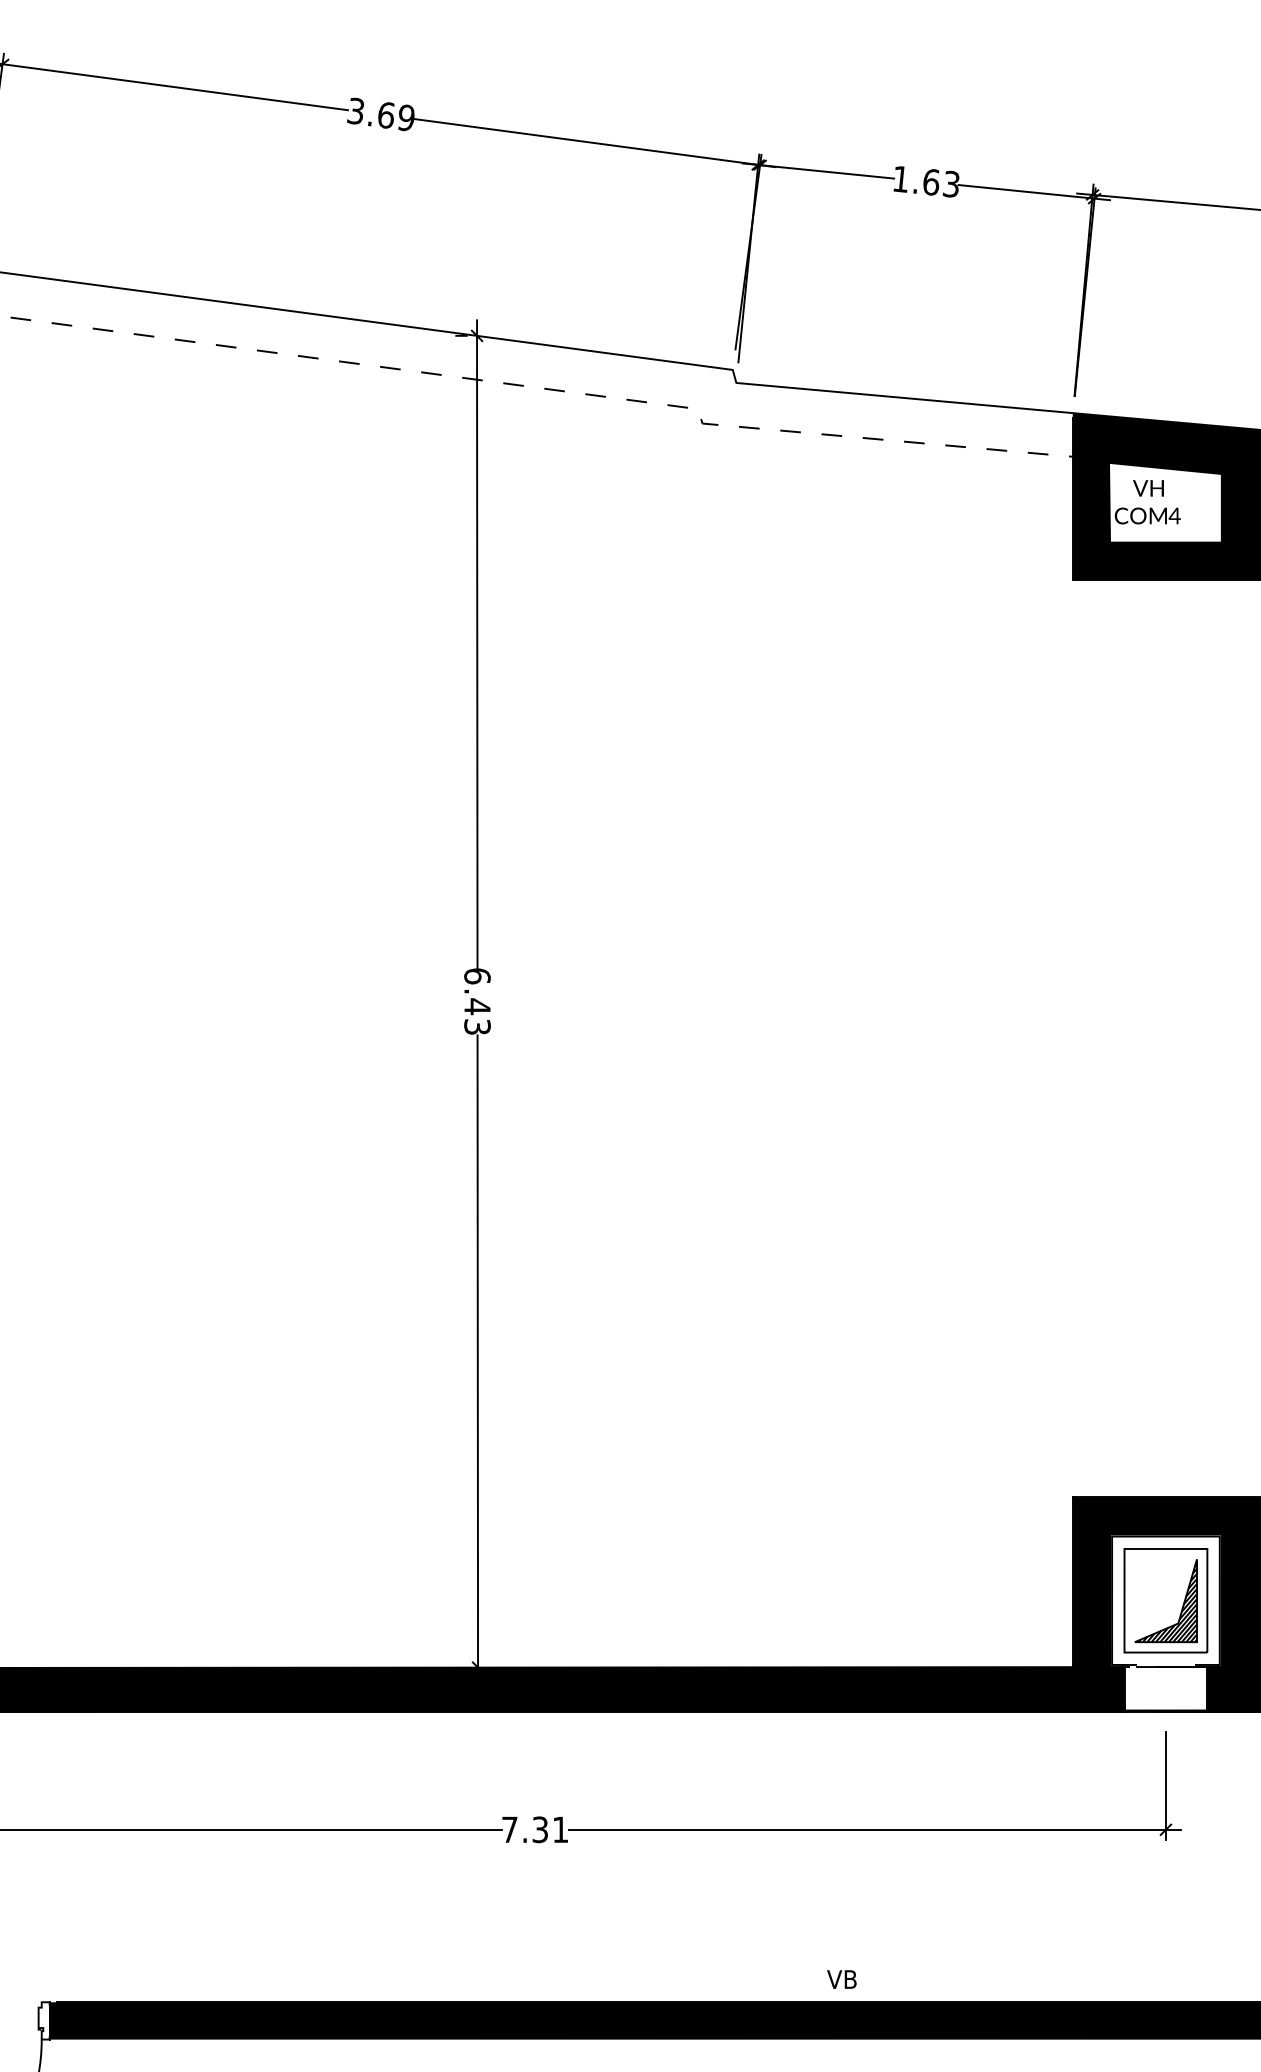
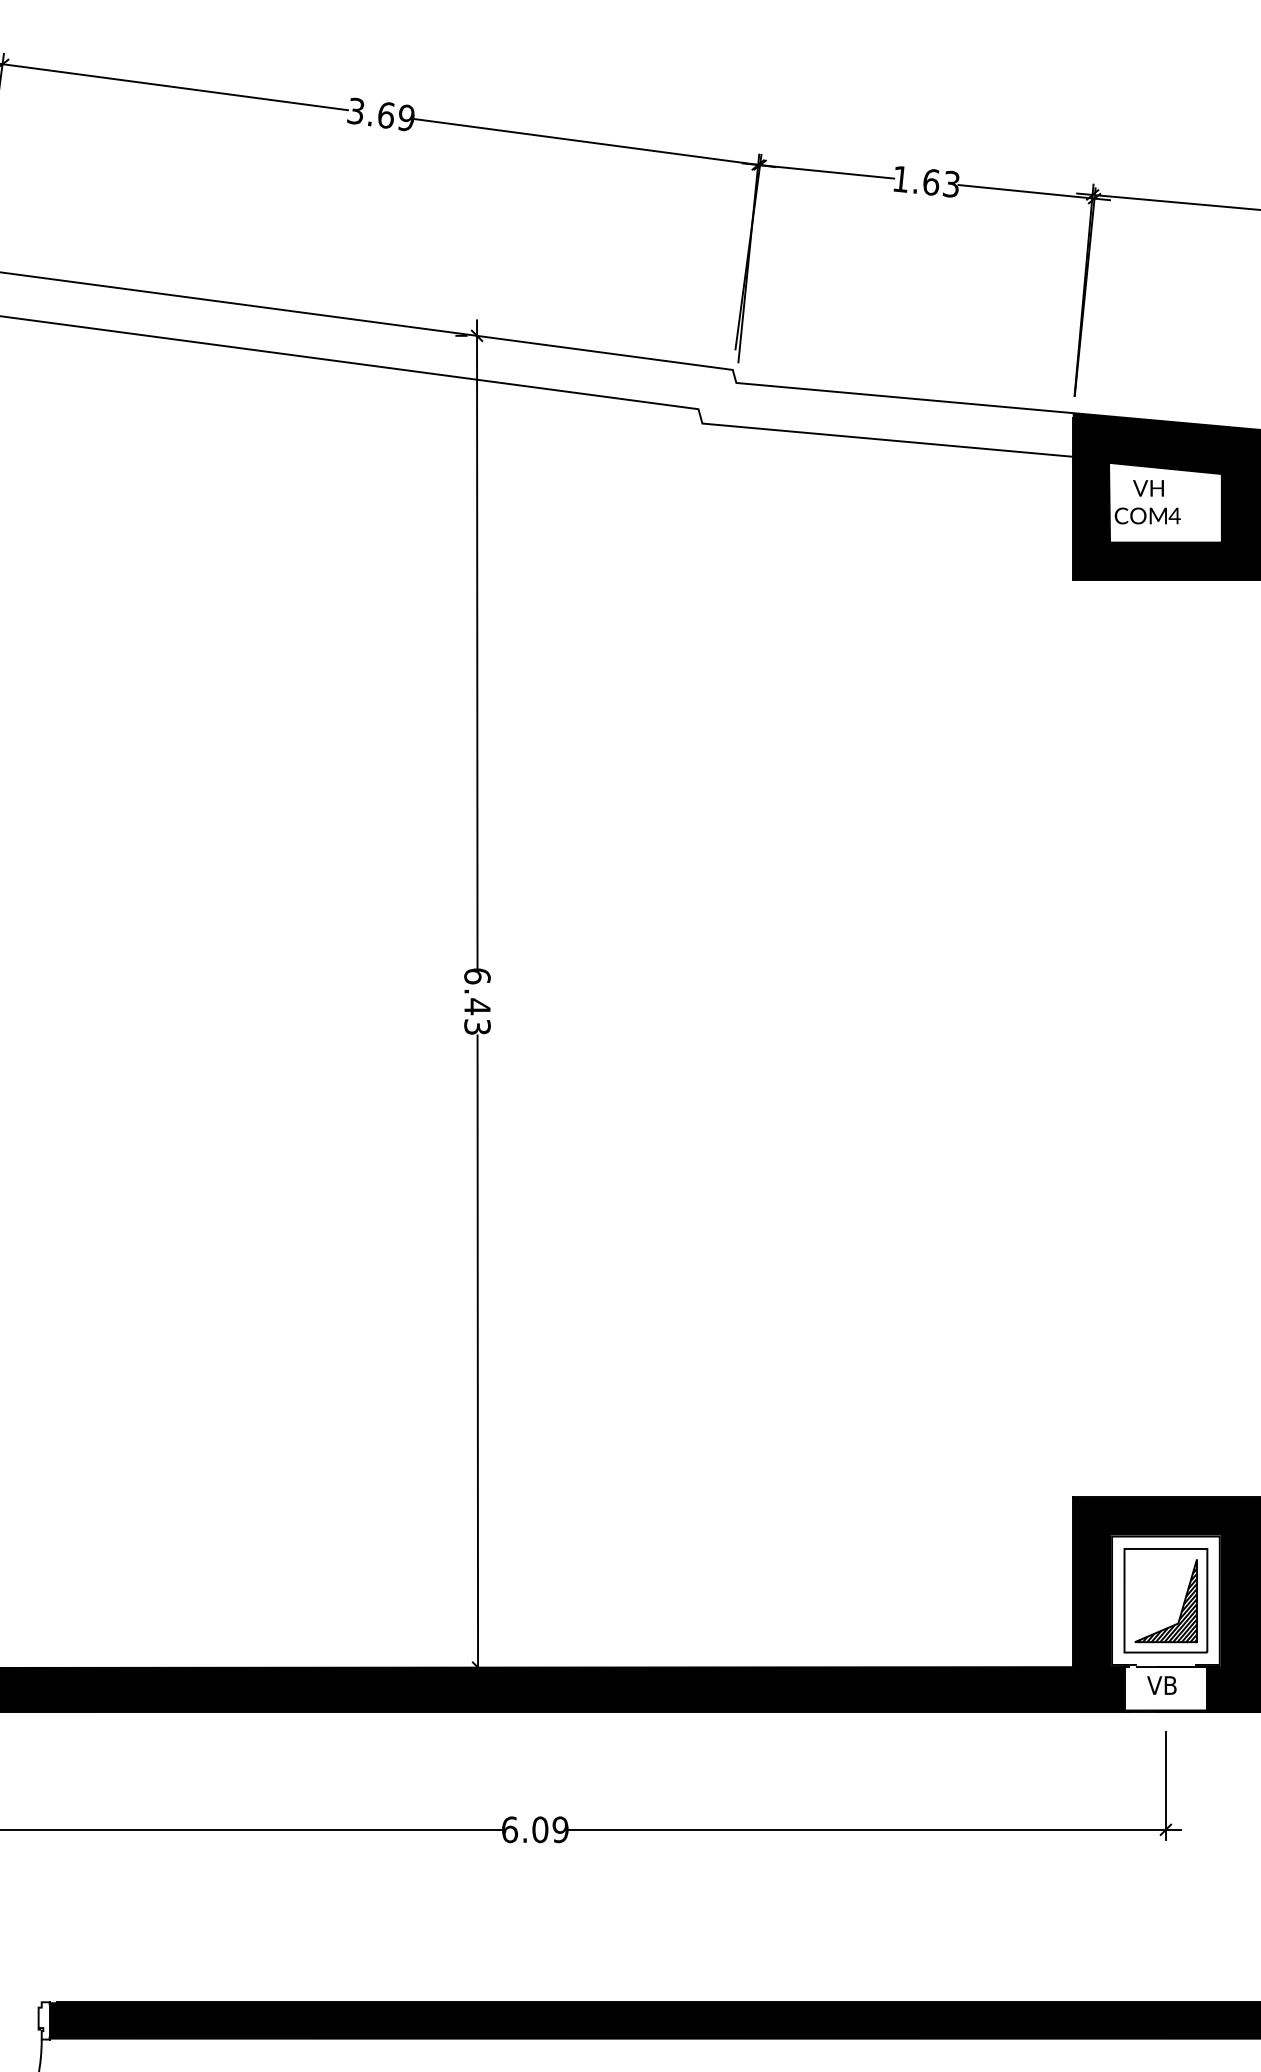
line at (542, 388): dashed -> solid
text at (535, 1829): 7.31 -> 6.09
text at (841, 1979) position: (841, 1979) -> (1161, 1685)
